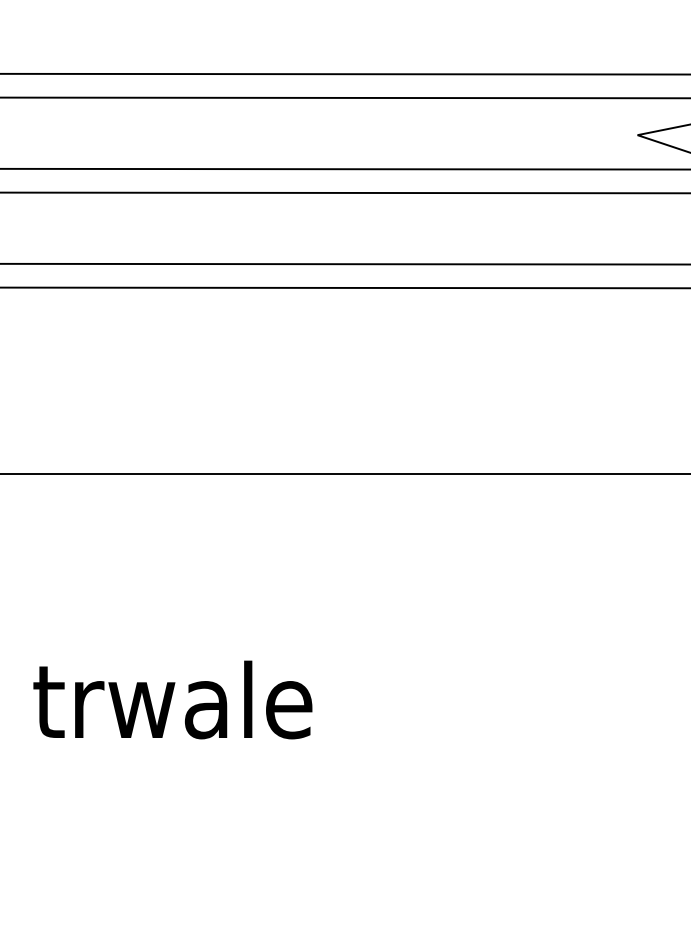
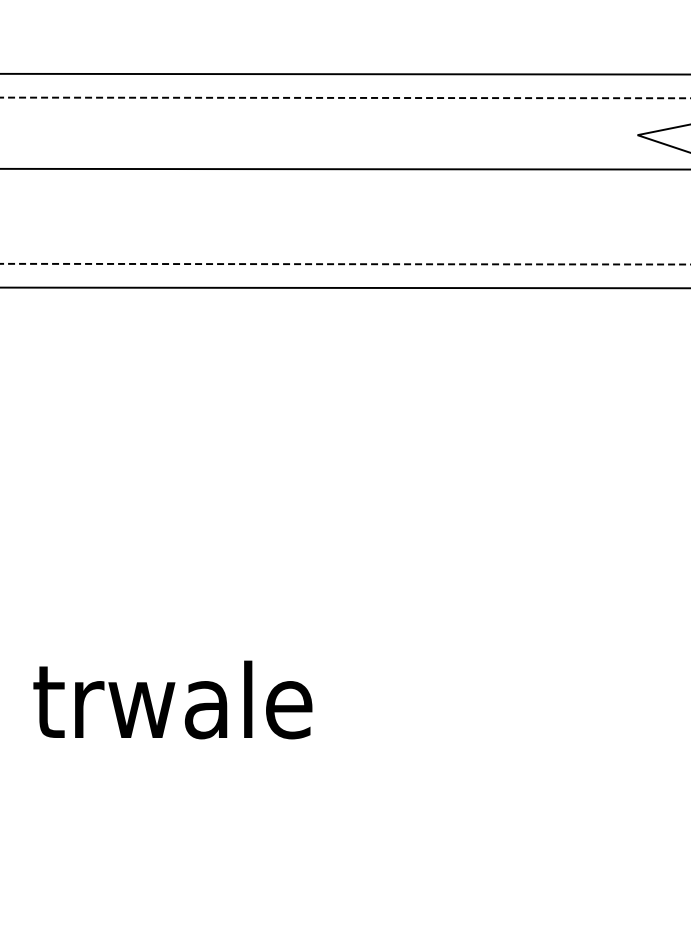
line at (345, 97): solid -> dashed
line at (344, 192): present -> none
line at (345, 264): solid -> dashed
line at (344, 473): present -> none
